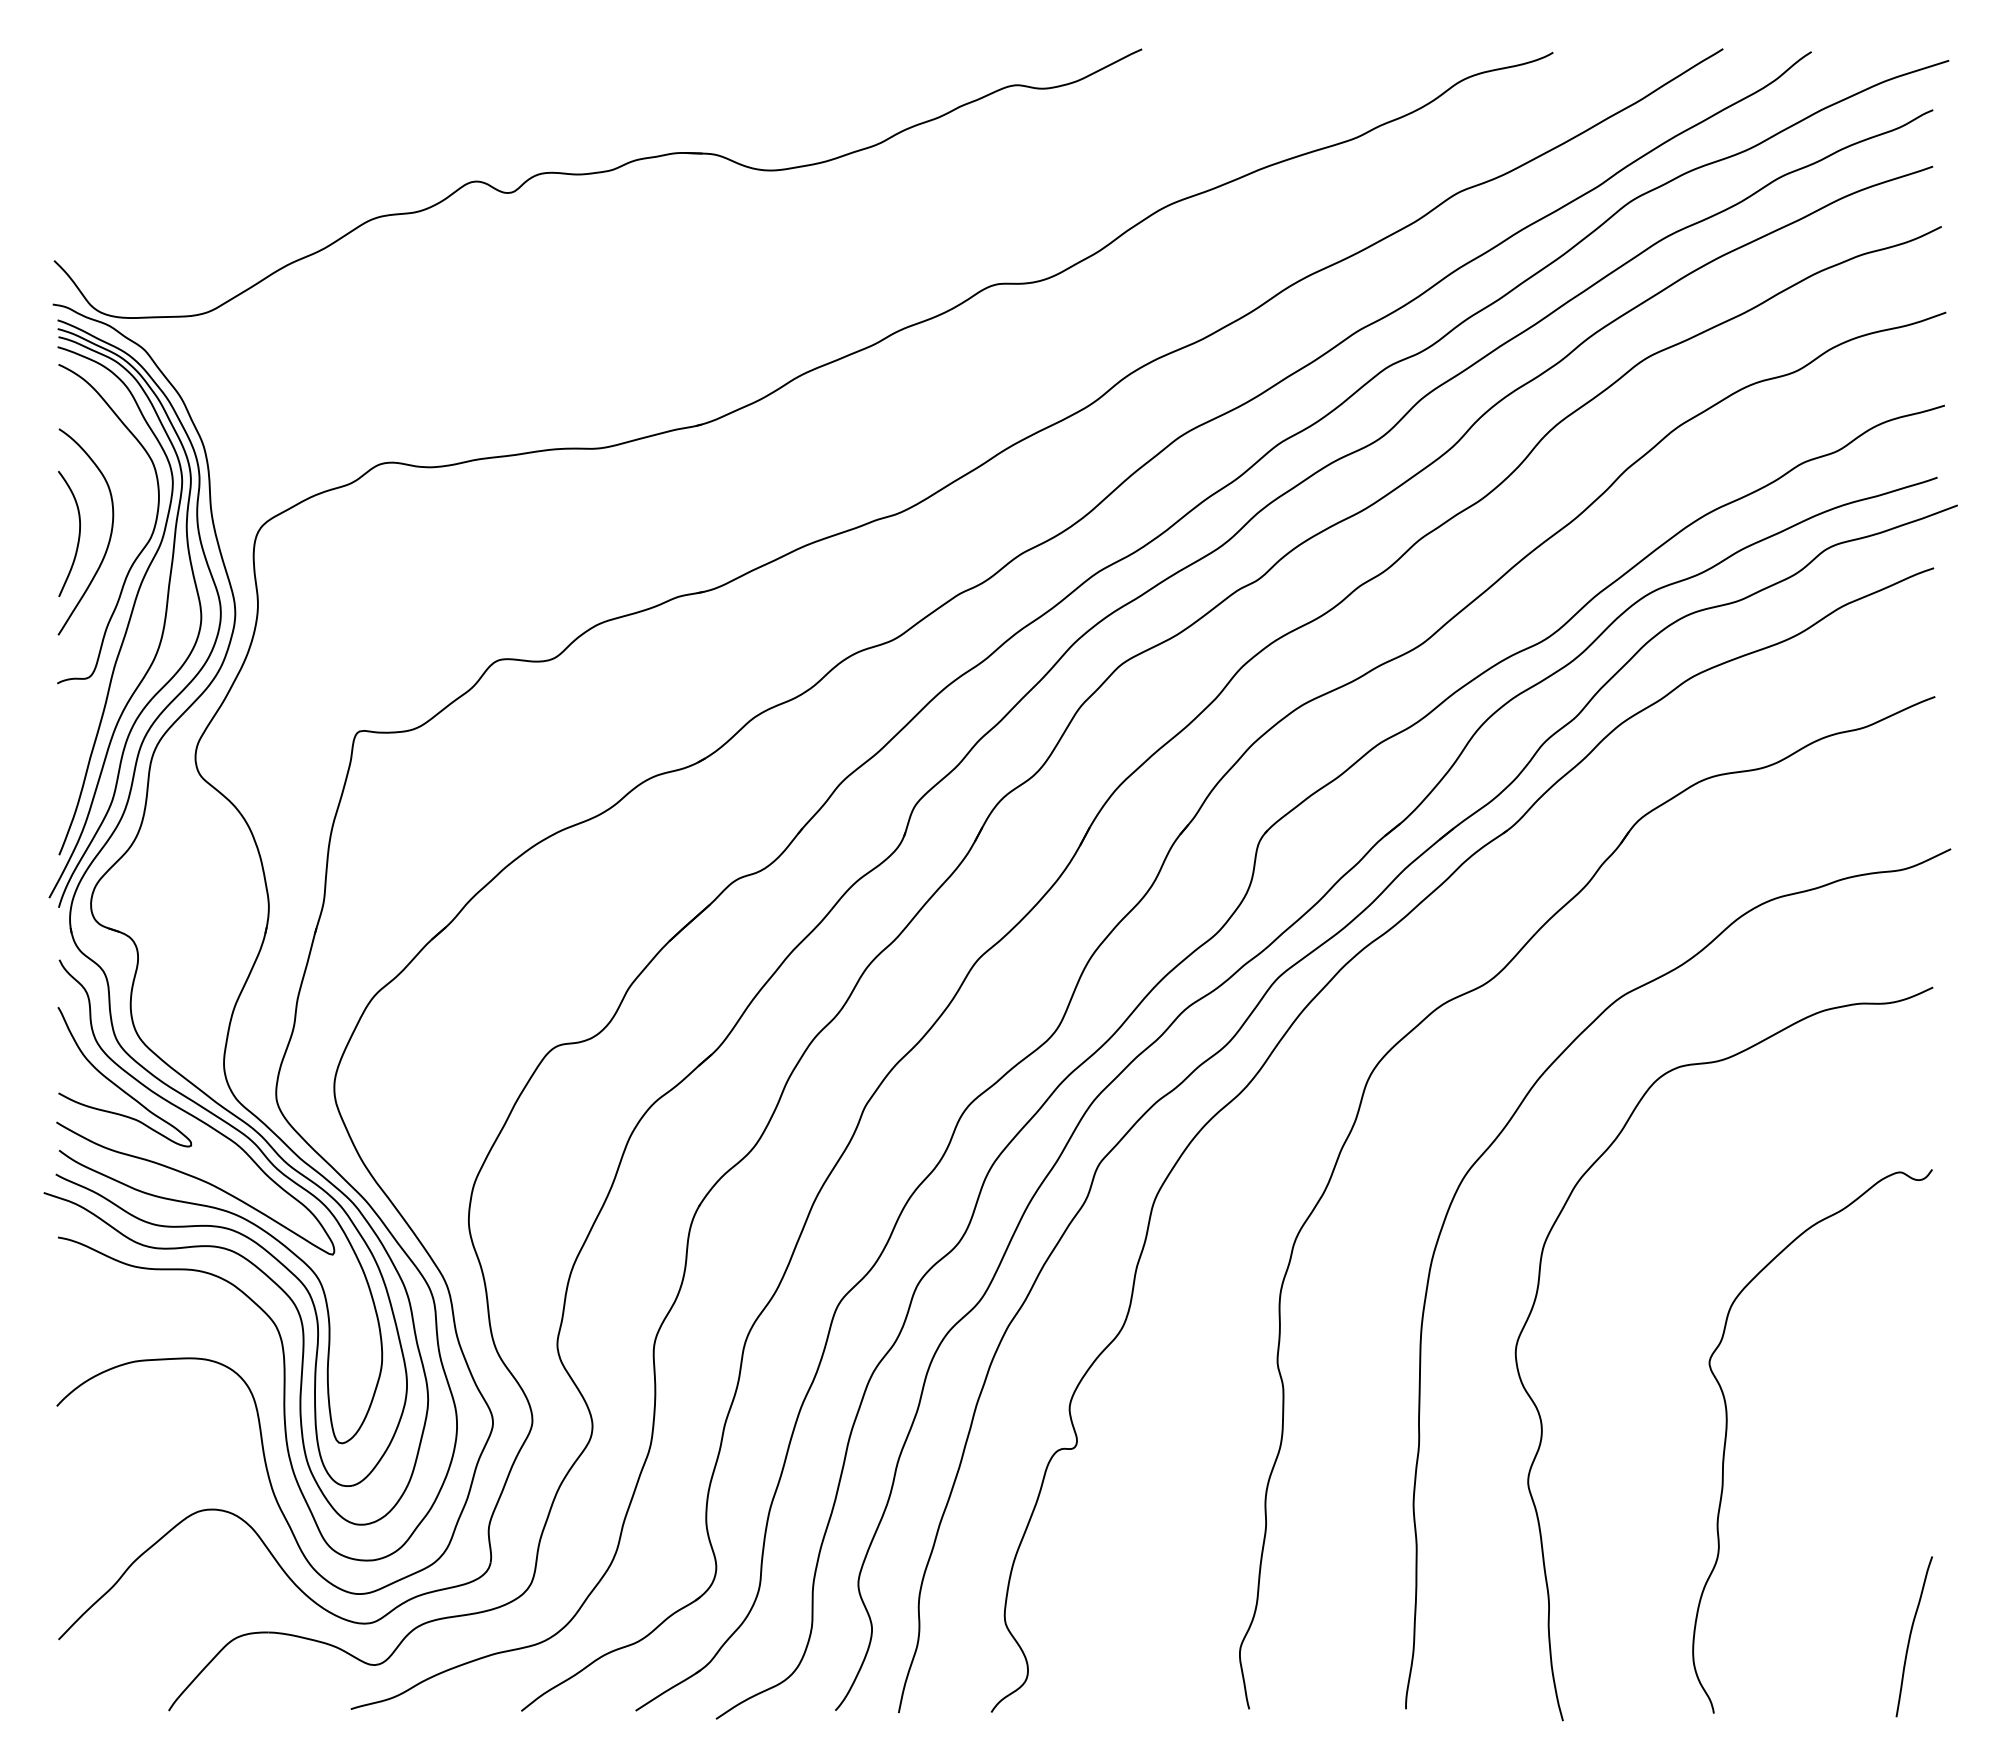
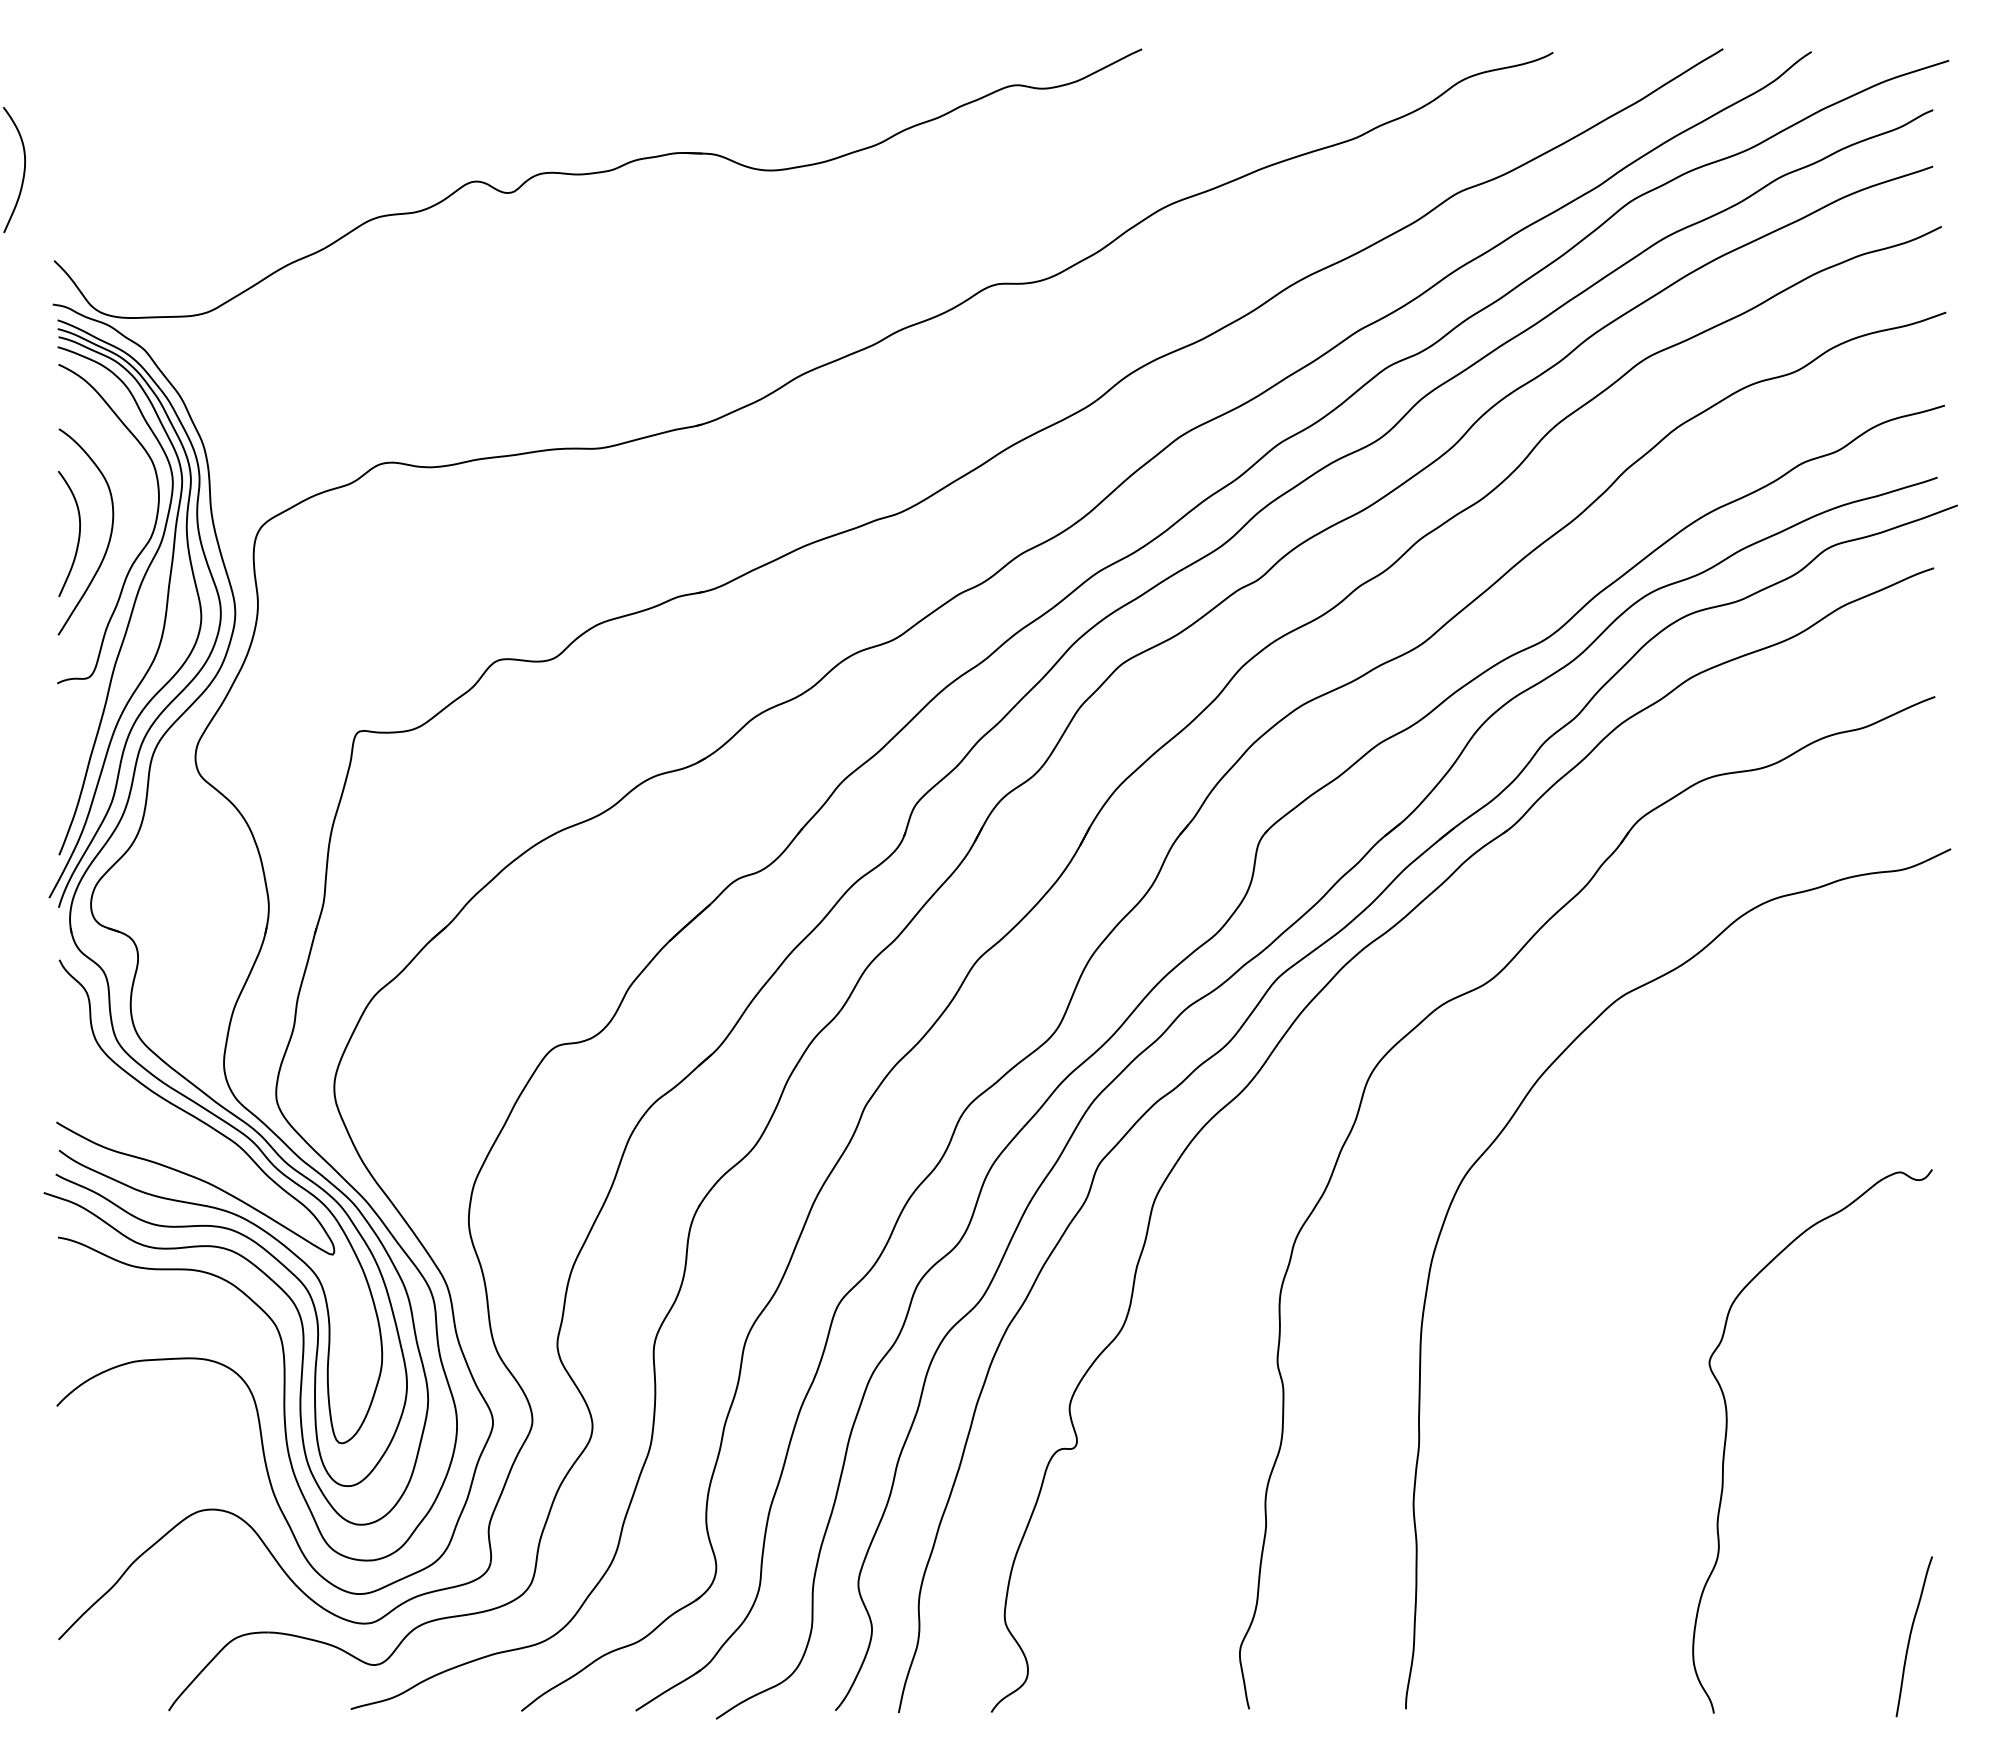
curve at (23, 170): none -> present
curve at (119, 1086): present -> none
curve at (1540, 1414): present -> none
